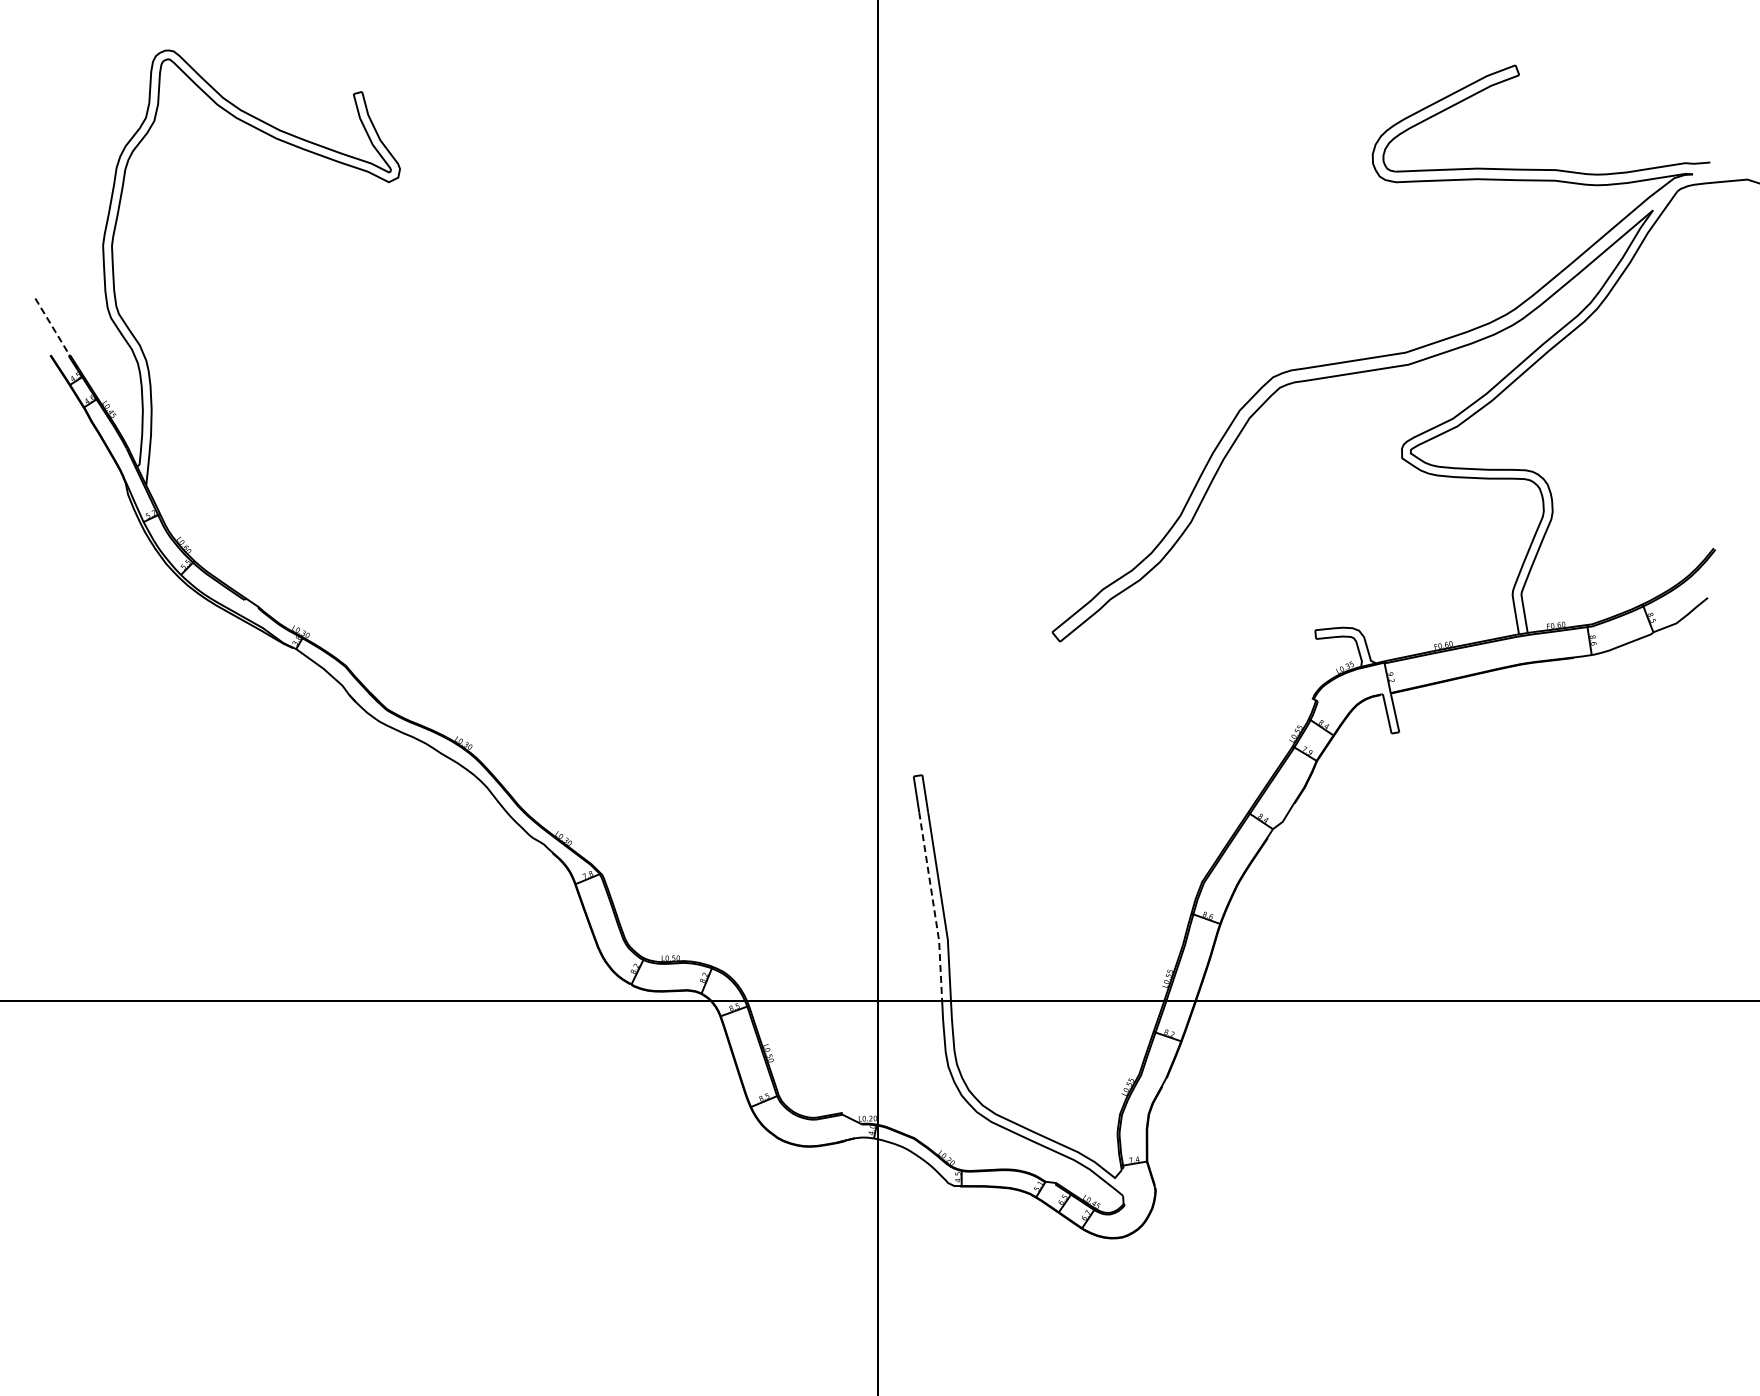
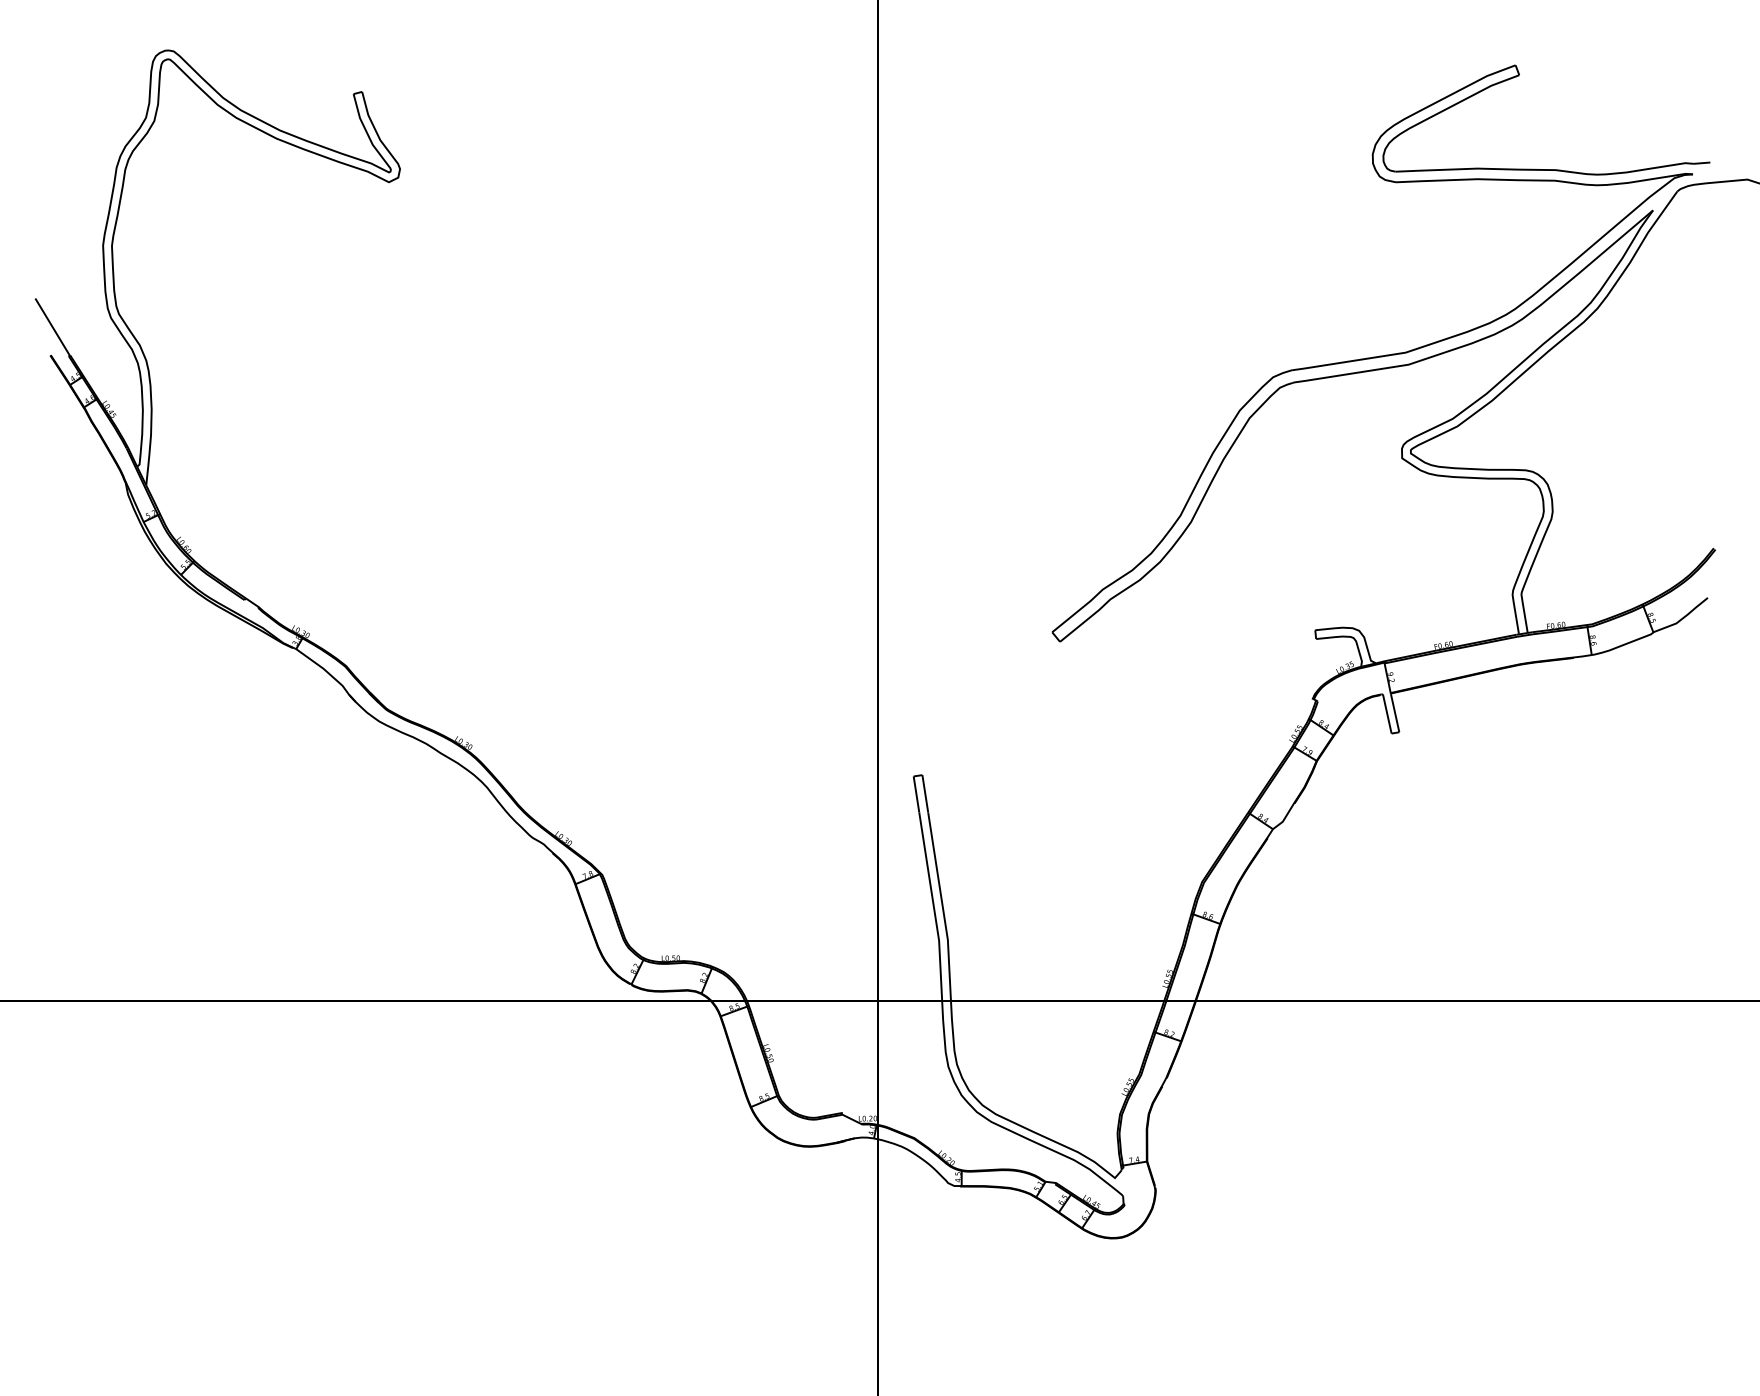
line at (53, 328): dashed -> solid
line at (933, 907): dashed -> solid
